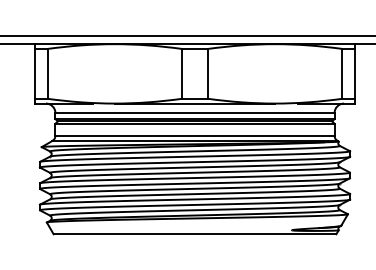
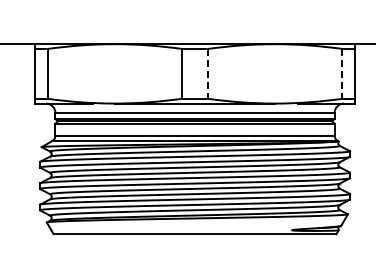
line at (187, 35): present -> none
line at (207, 73): solid -> dashed
line at (342, 73): solid -> dashed
